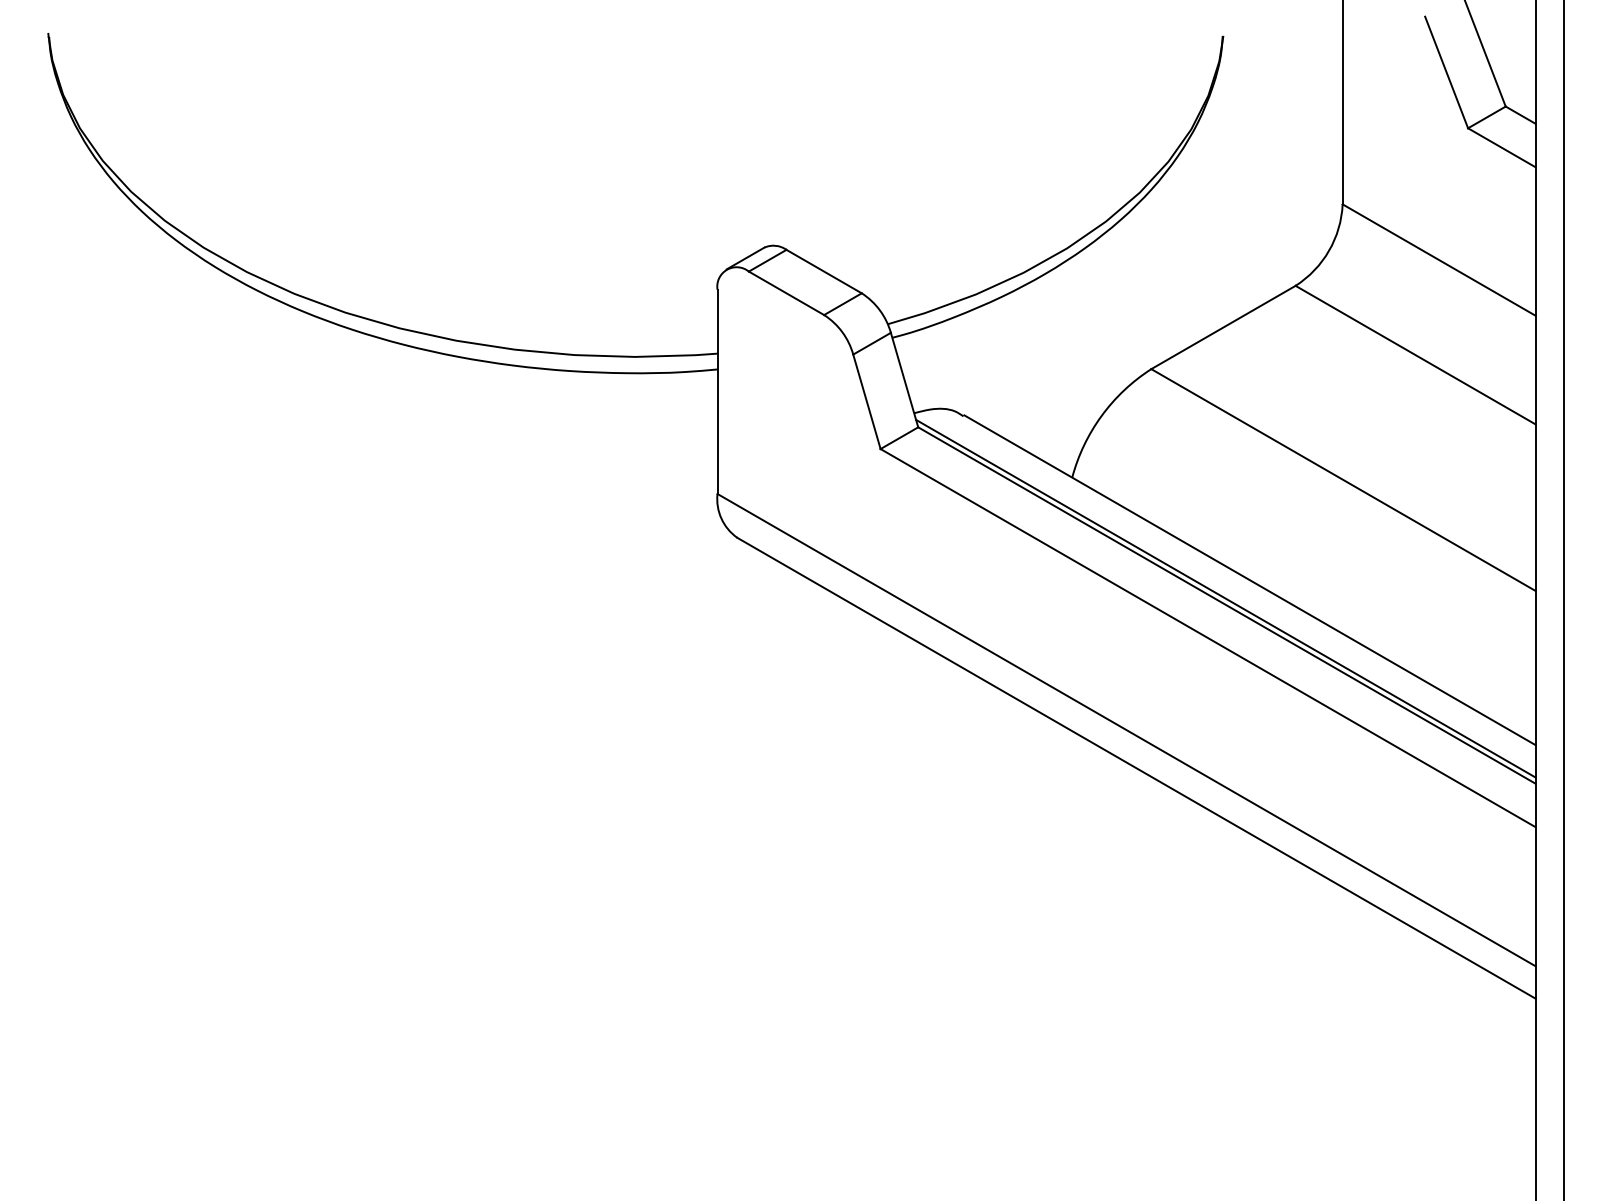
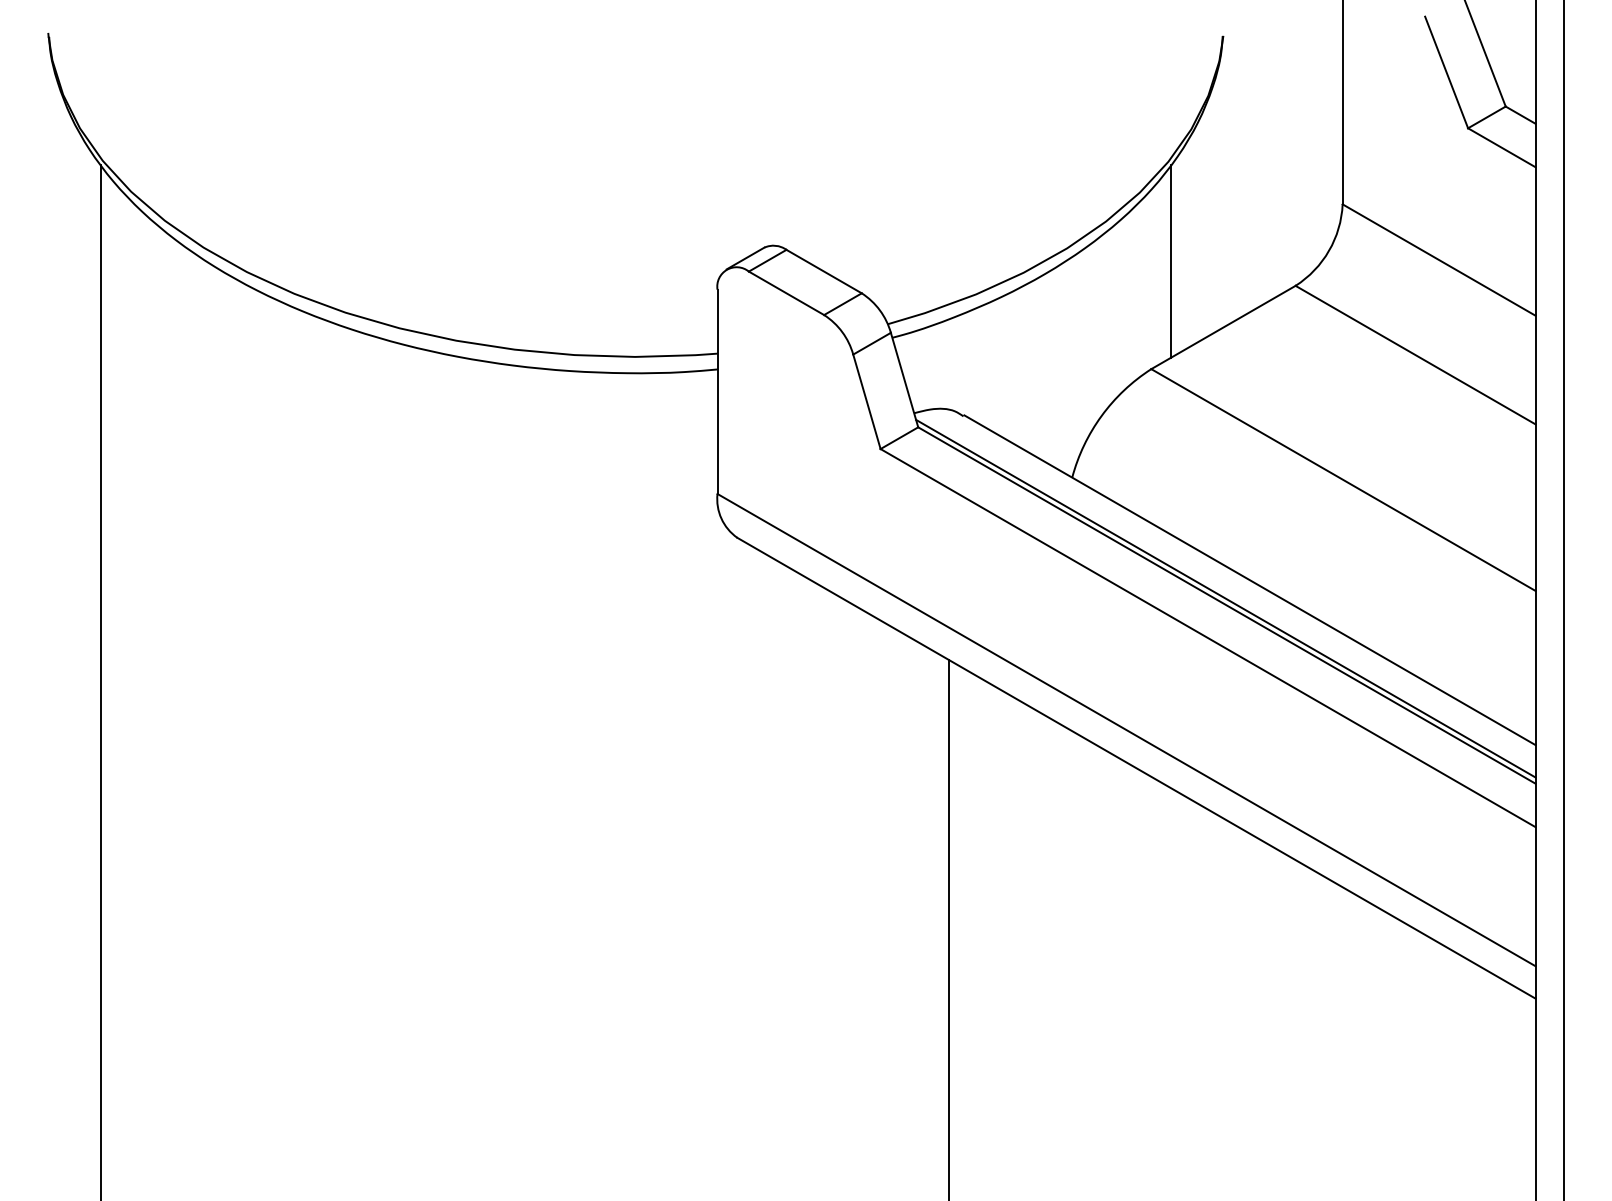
line at (1171, 260): none -> present
line at (100, 680): none -> present
line at (948, 928): none -> present
